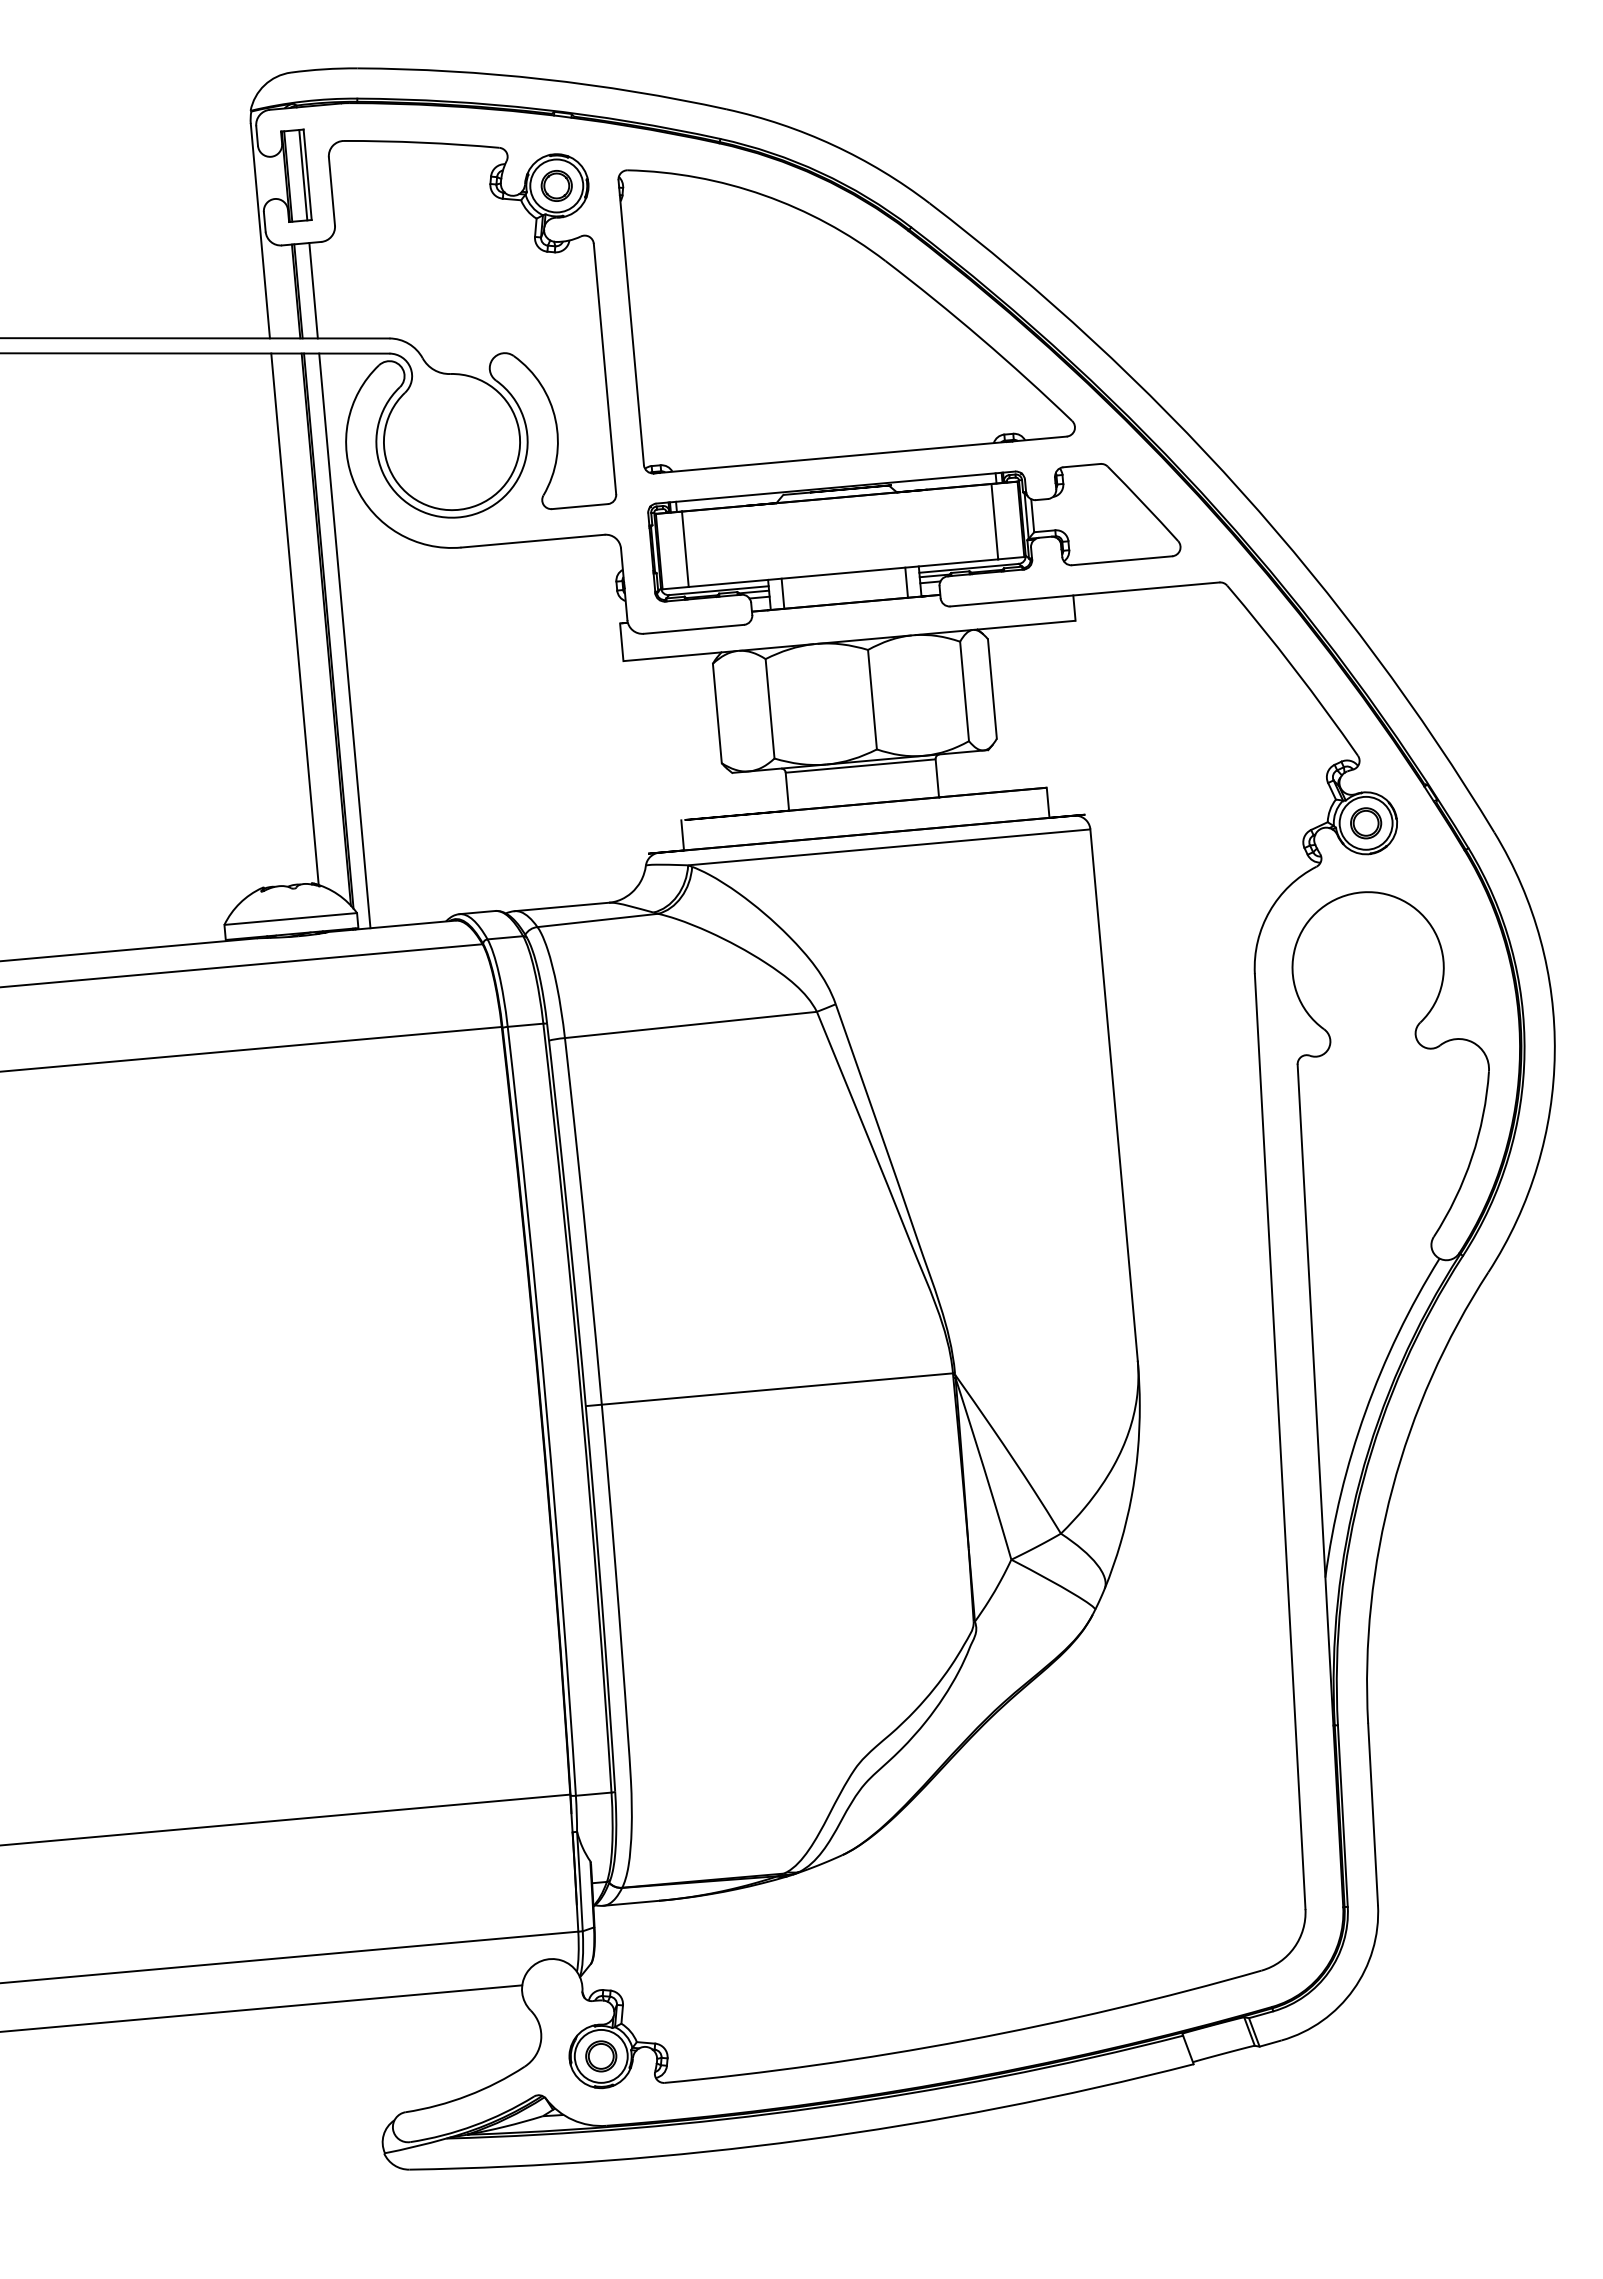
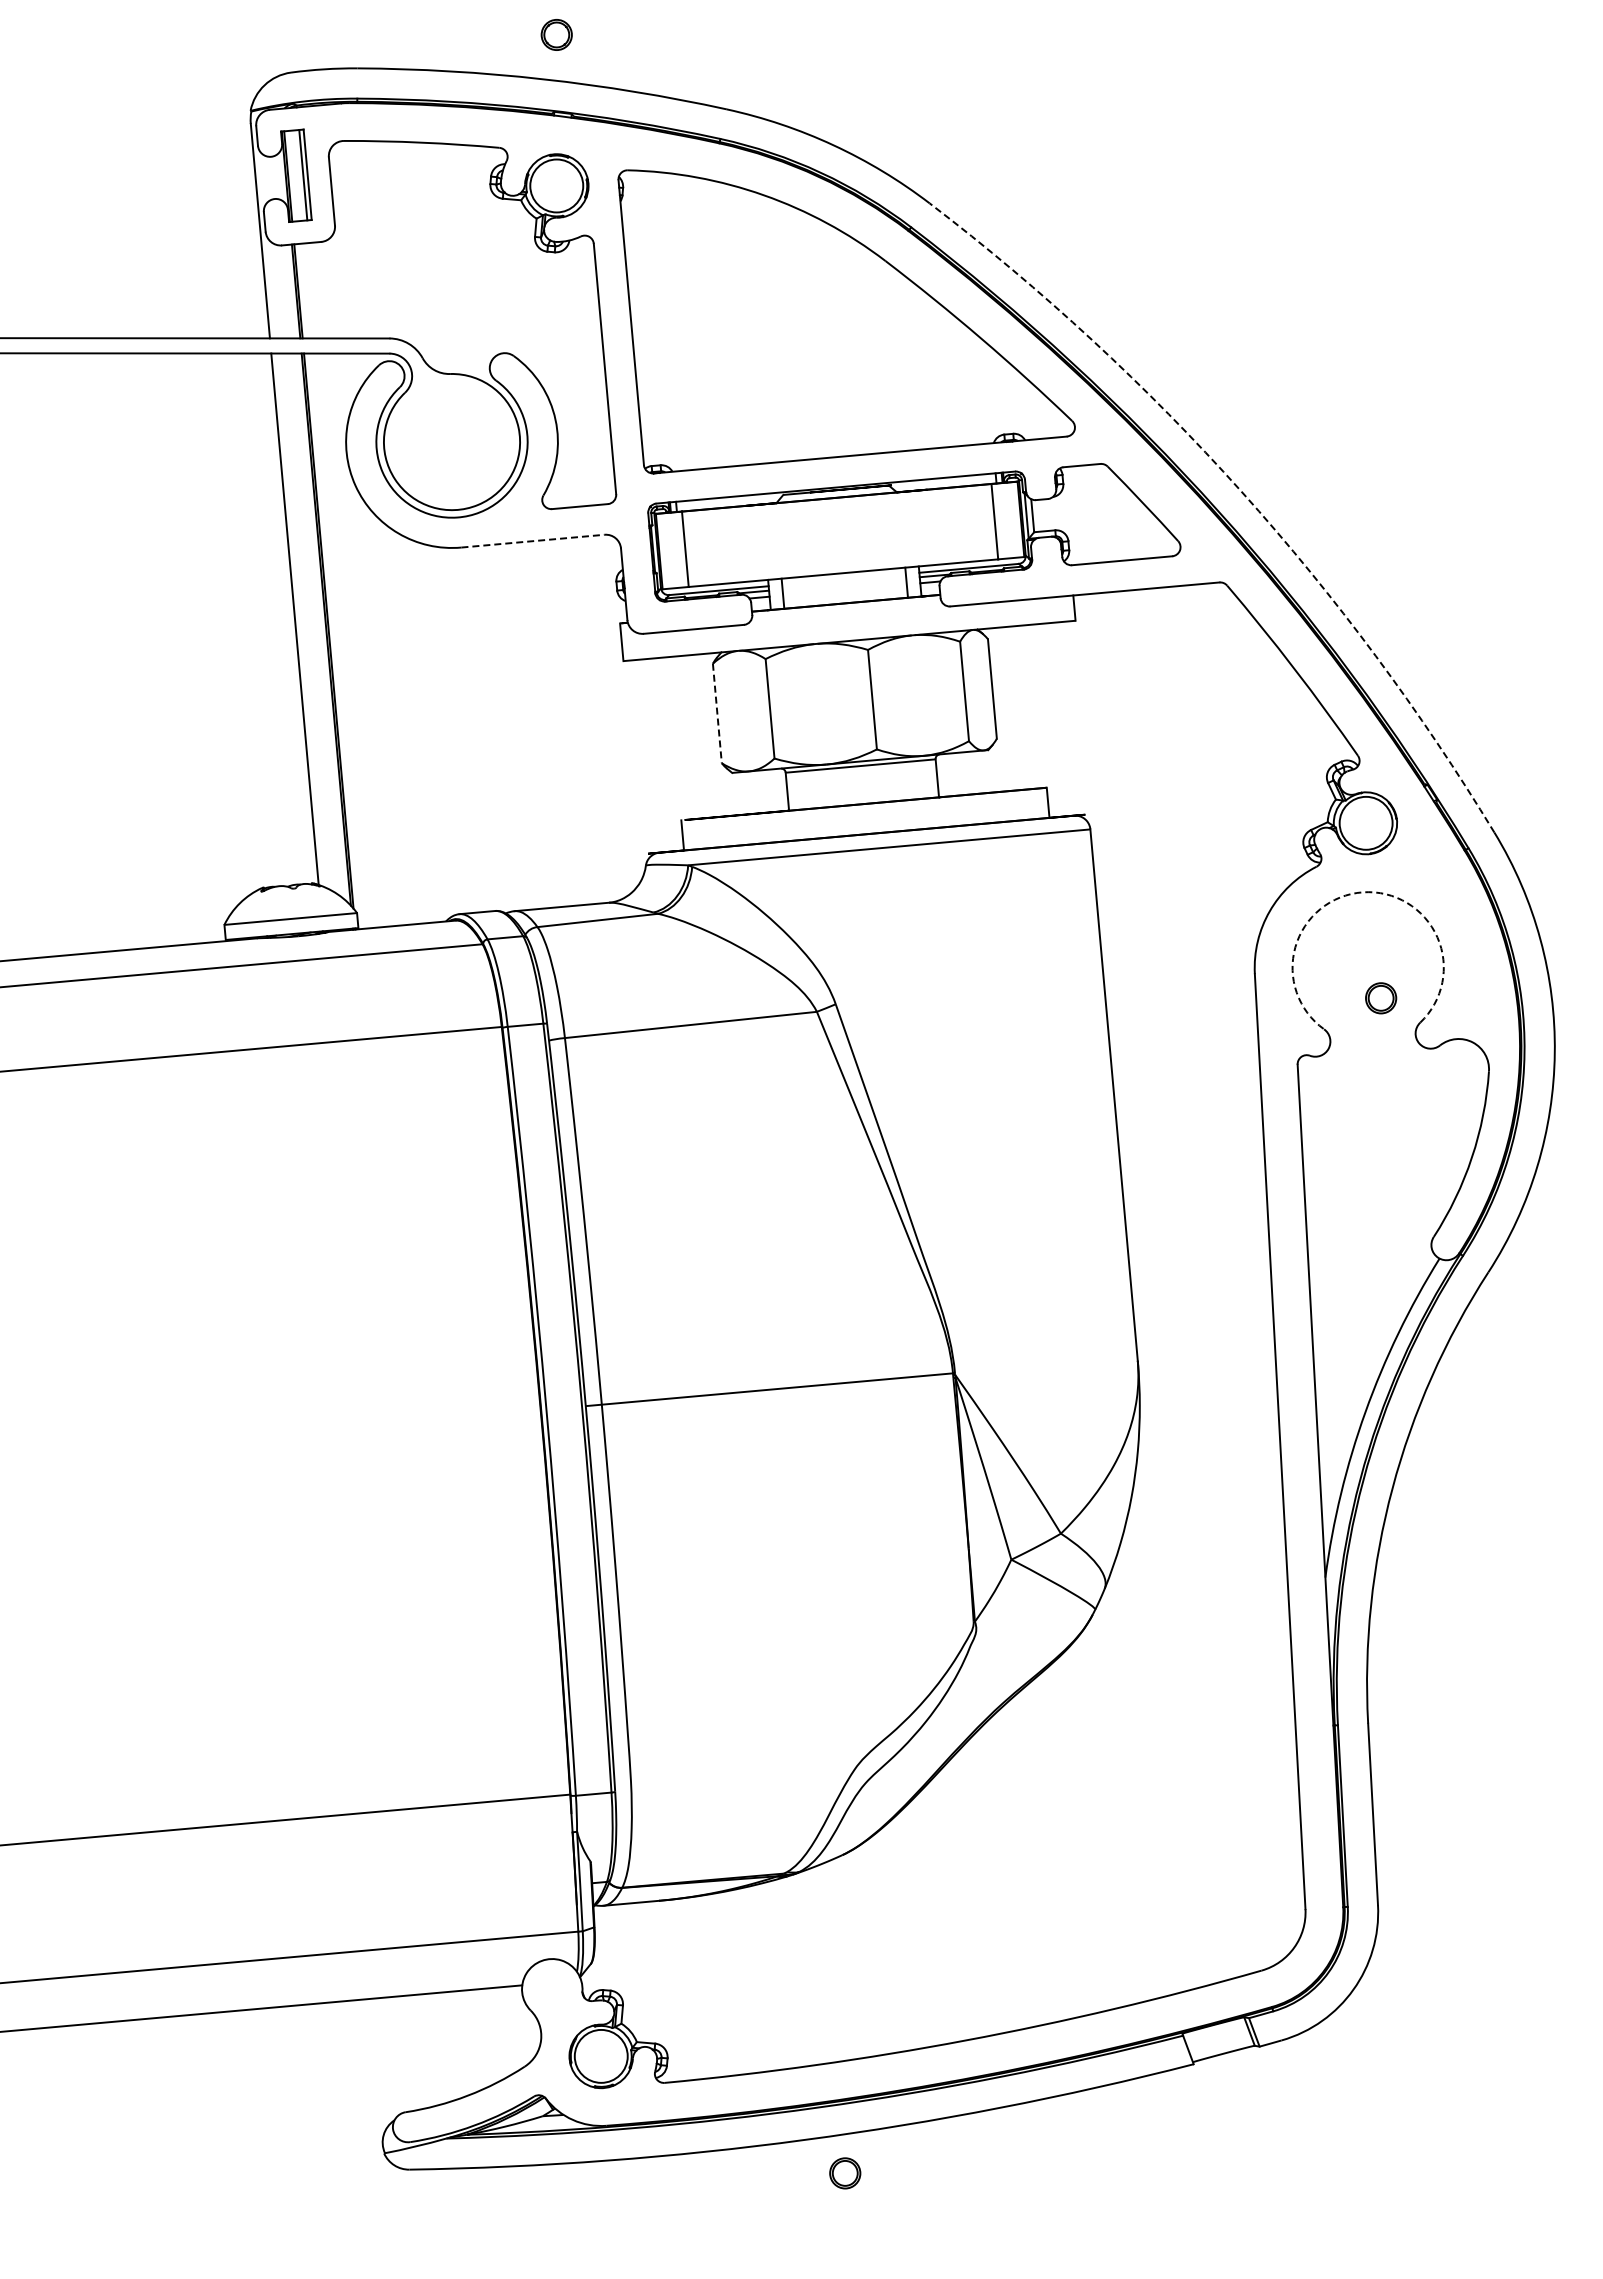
part at (556, 185) position: (556, 185) -> (556, 34)
line at (313, 290): present -> none
arc at (1241, 491): solid -> dashed
line at (533, 541): solid -> dashed
line at (344, 640): present -> none
line at (717, 713): solid -> dashed
part at (1366, 823) position: (1366, 823) -> (1381, 998)
arc at (1362, 892): solid -> dashed
part at (601, 2056) position: (601, 2056) -> (845, 2173)
